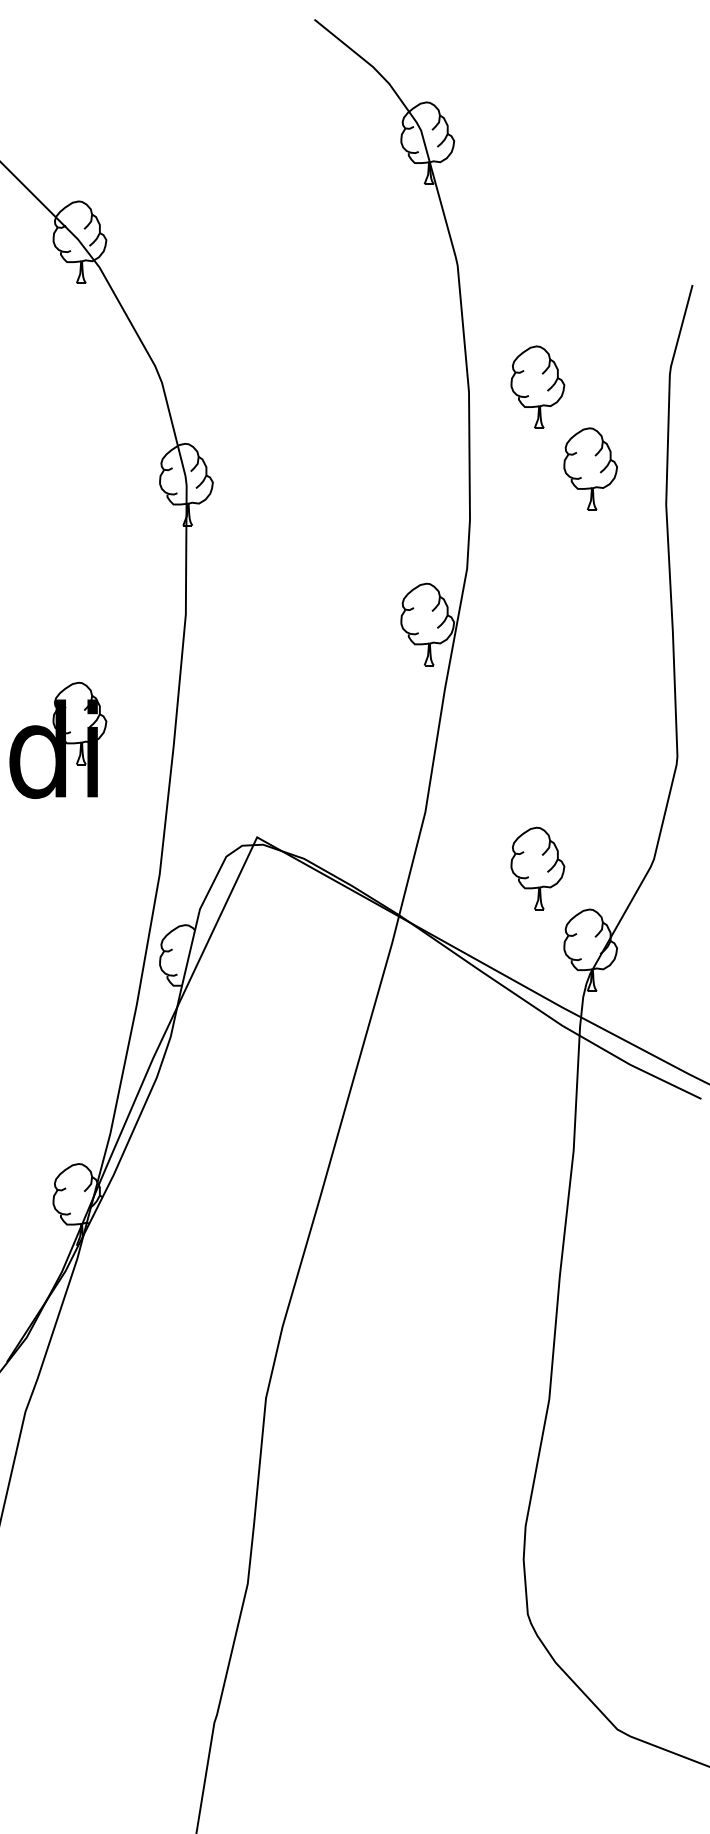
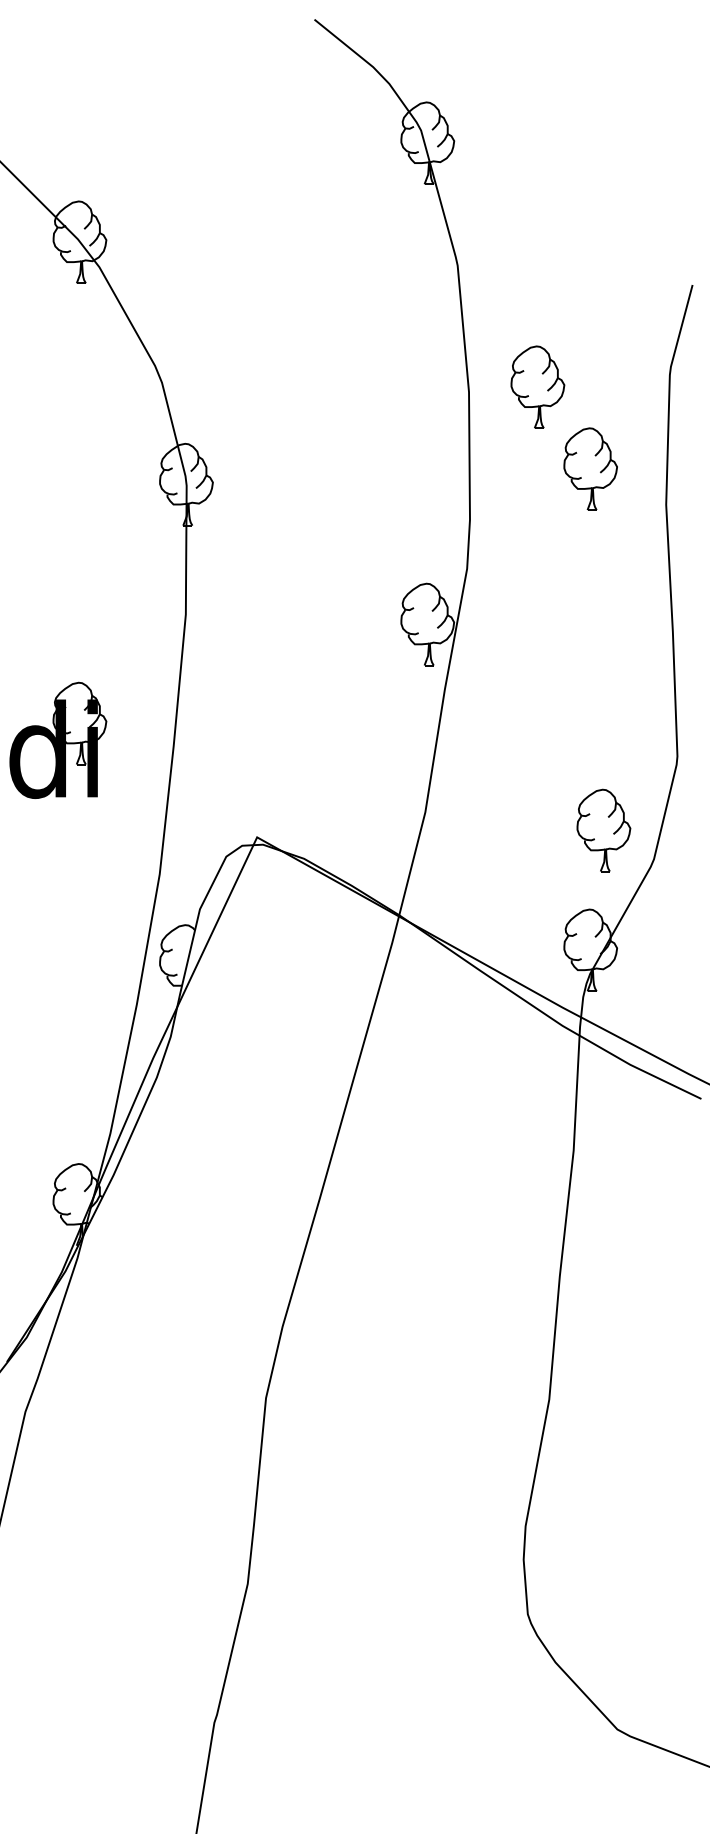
part at (537, 868) position: (537, 868) -> (603, 830)
